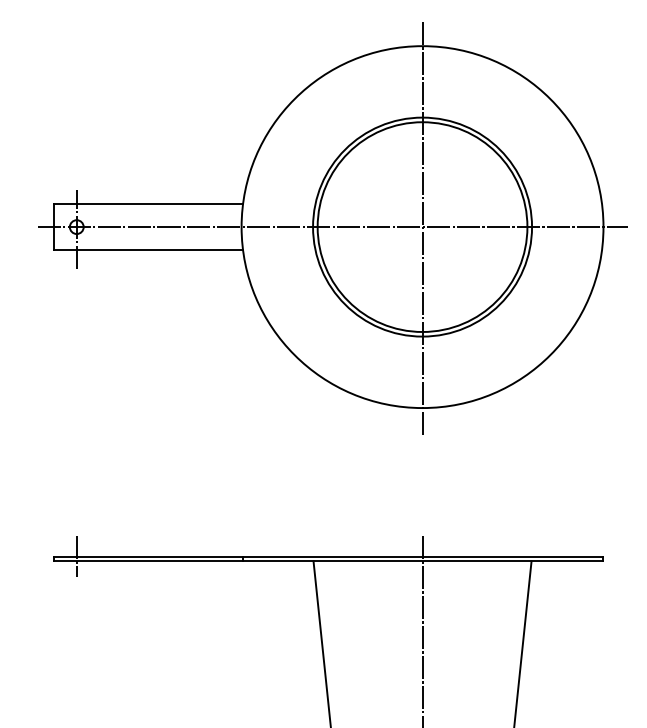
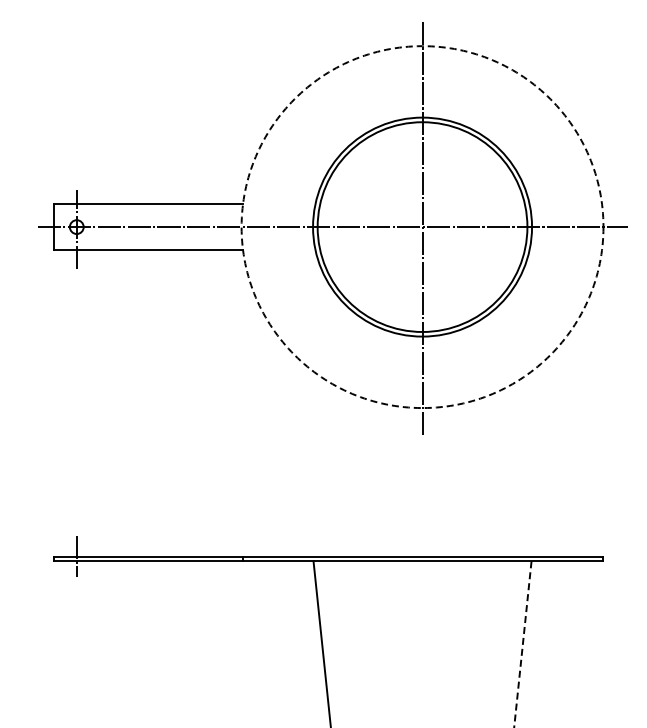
circle at (422, 227): solid -> dashed
line at (422, 629): present -> none
line at (522, 644): solid -> dashed
